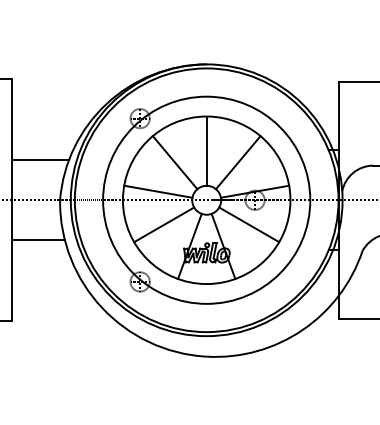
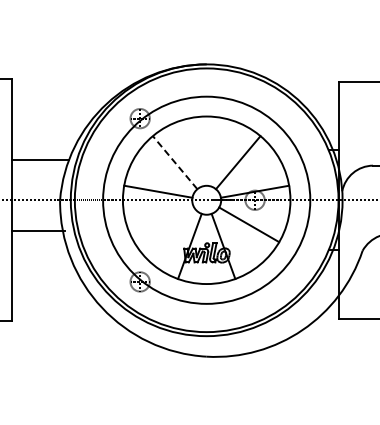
line at (206, 150): present -> none
line at (175, 162): solid -> dashed
line at (164, 224): present -> none
line at (37, 240) position: (37, 240) -> (37, 231)
